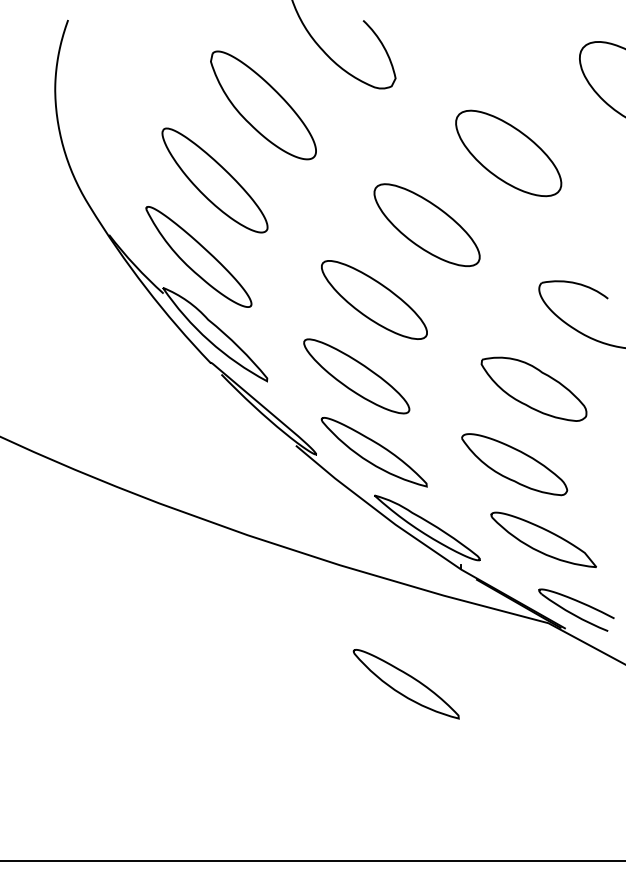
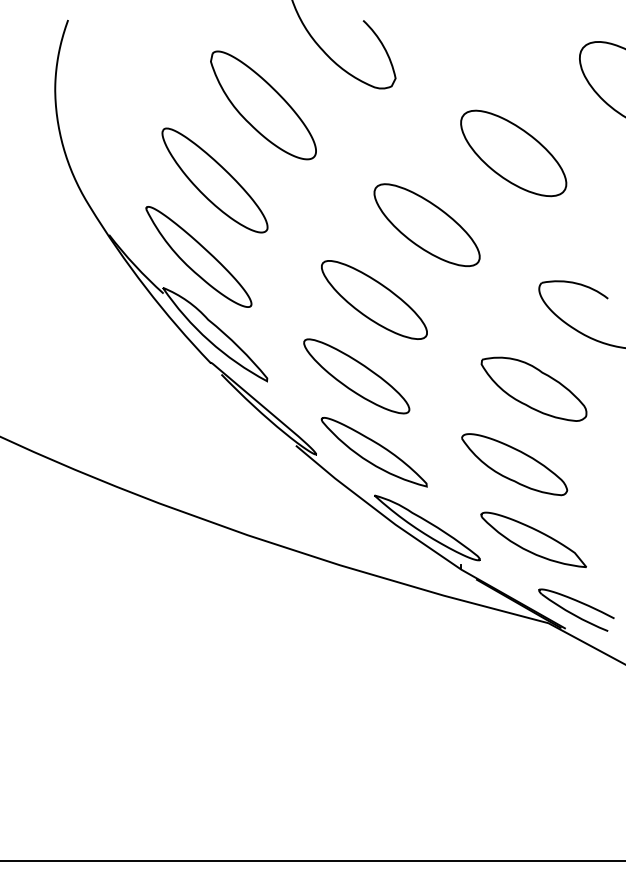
part at (508, 153) position: (508, 153) -> (513, 153)
part at (543, 539) position: (543, 539) -> (533, 539)
part at (405, 684): present -> none
